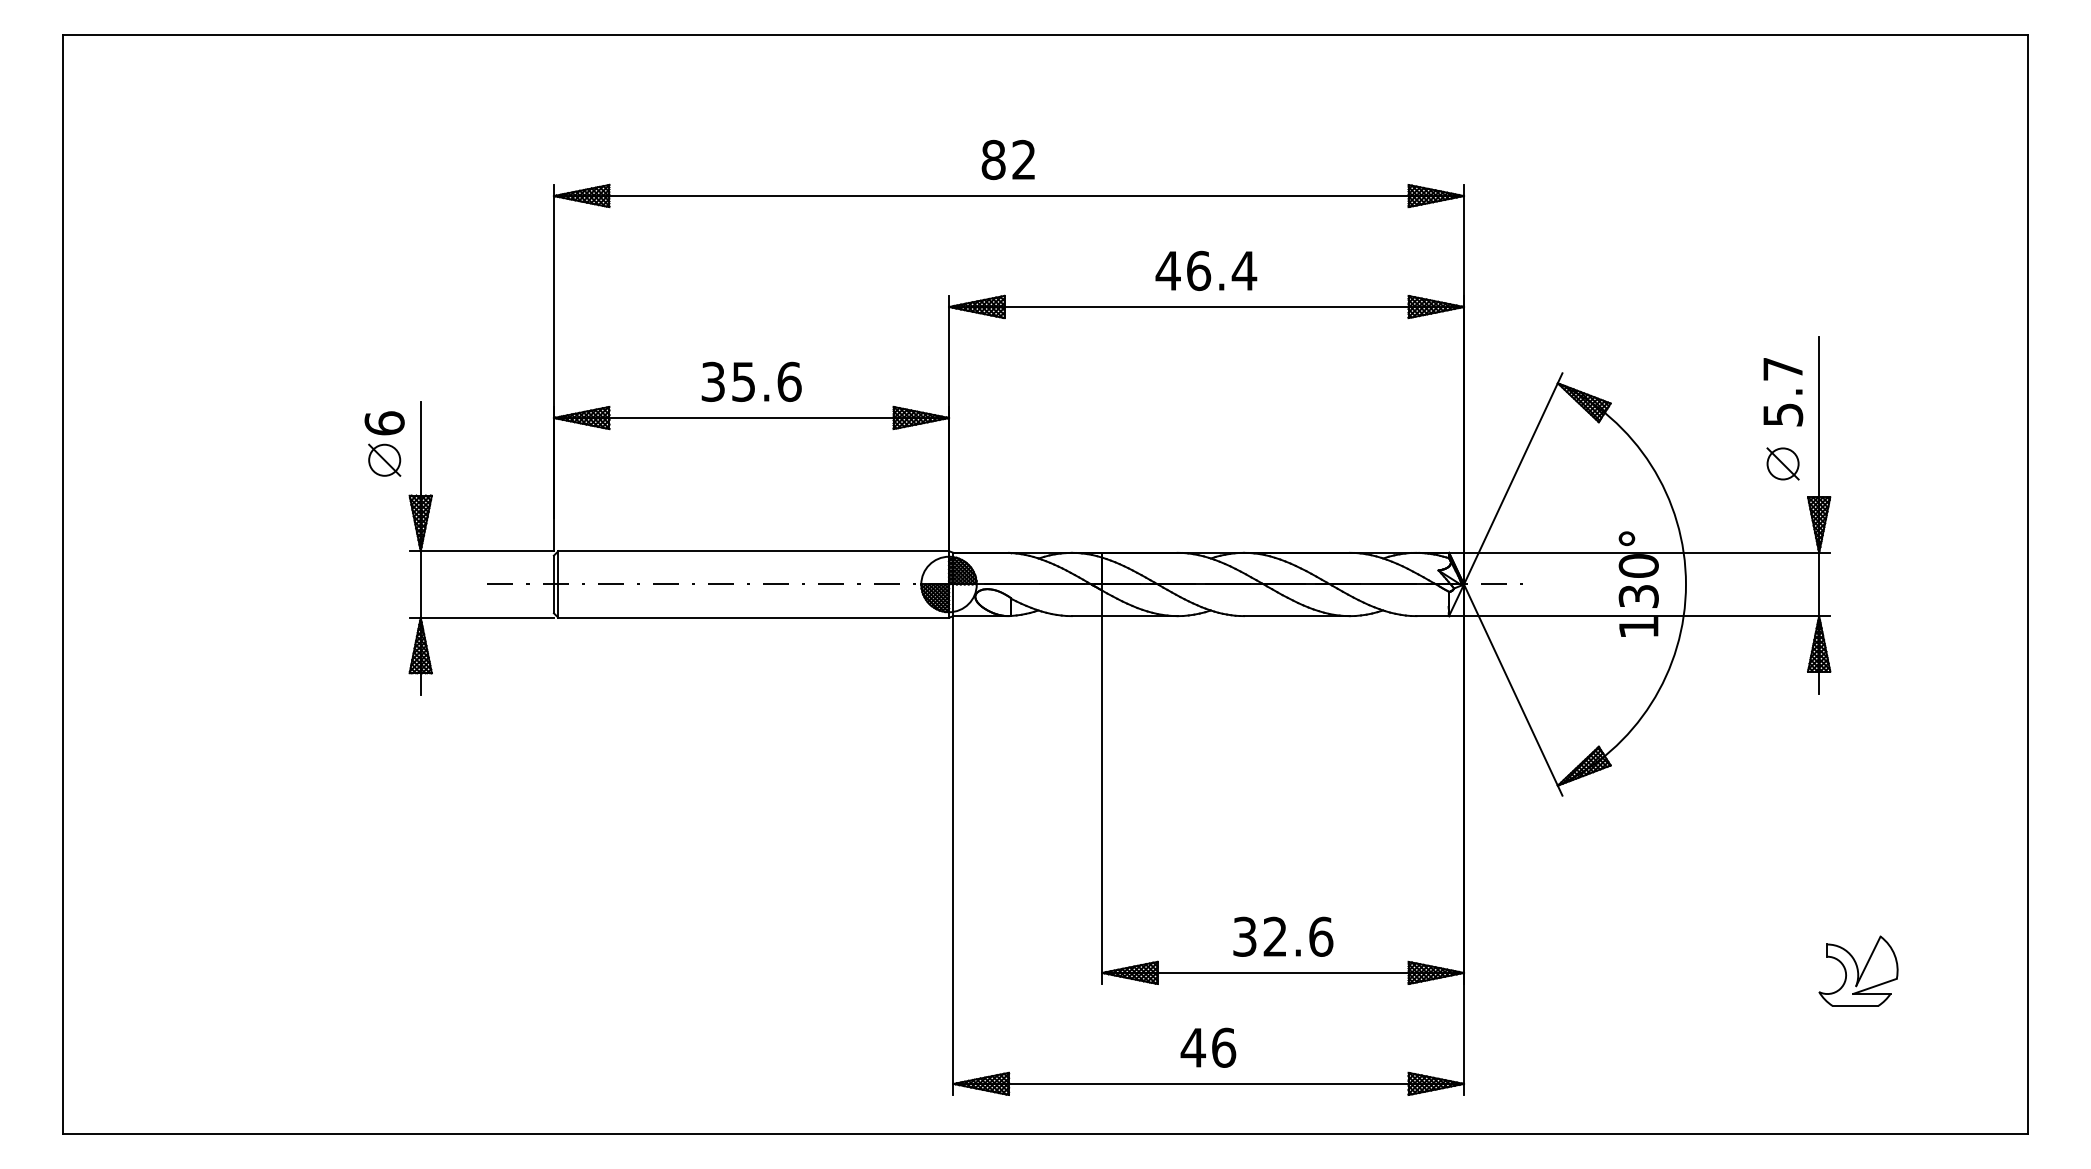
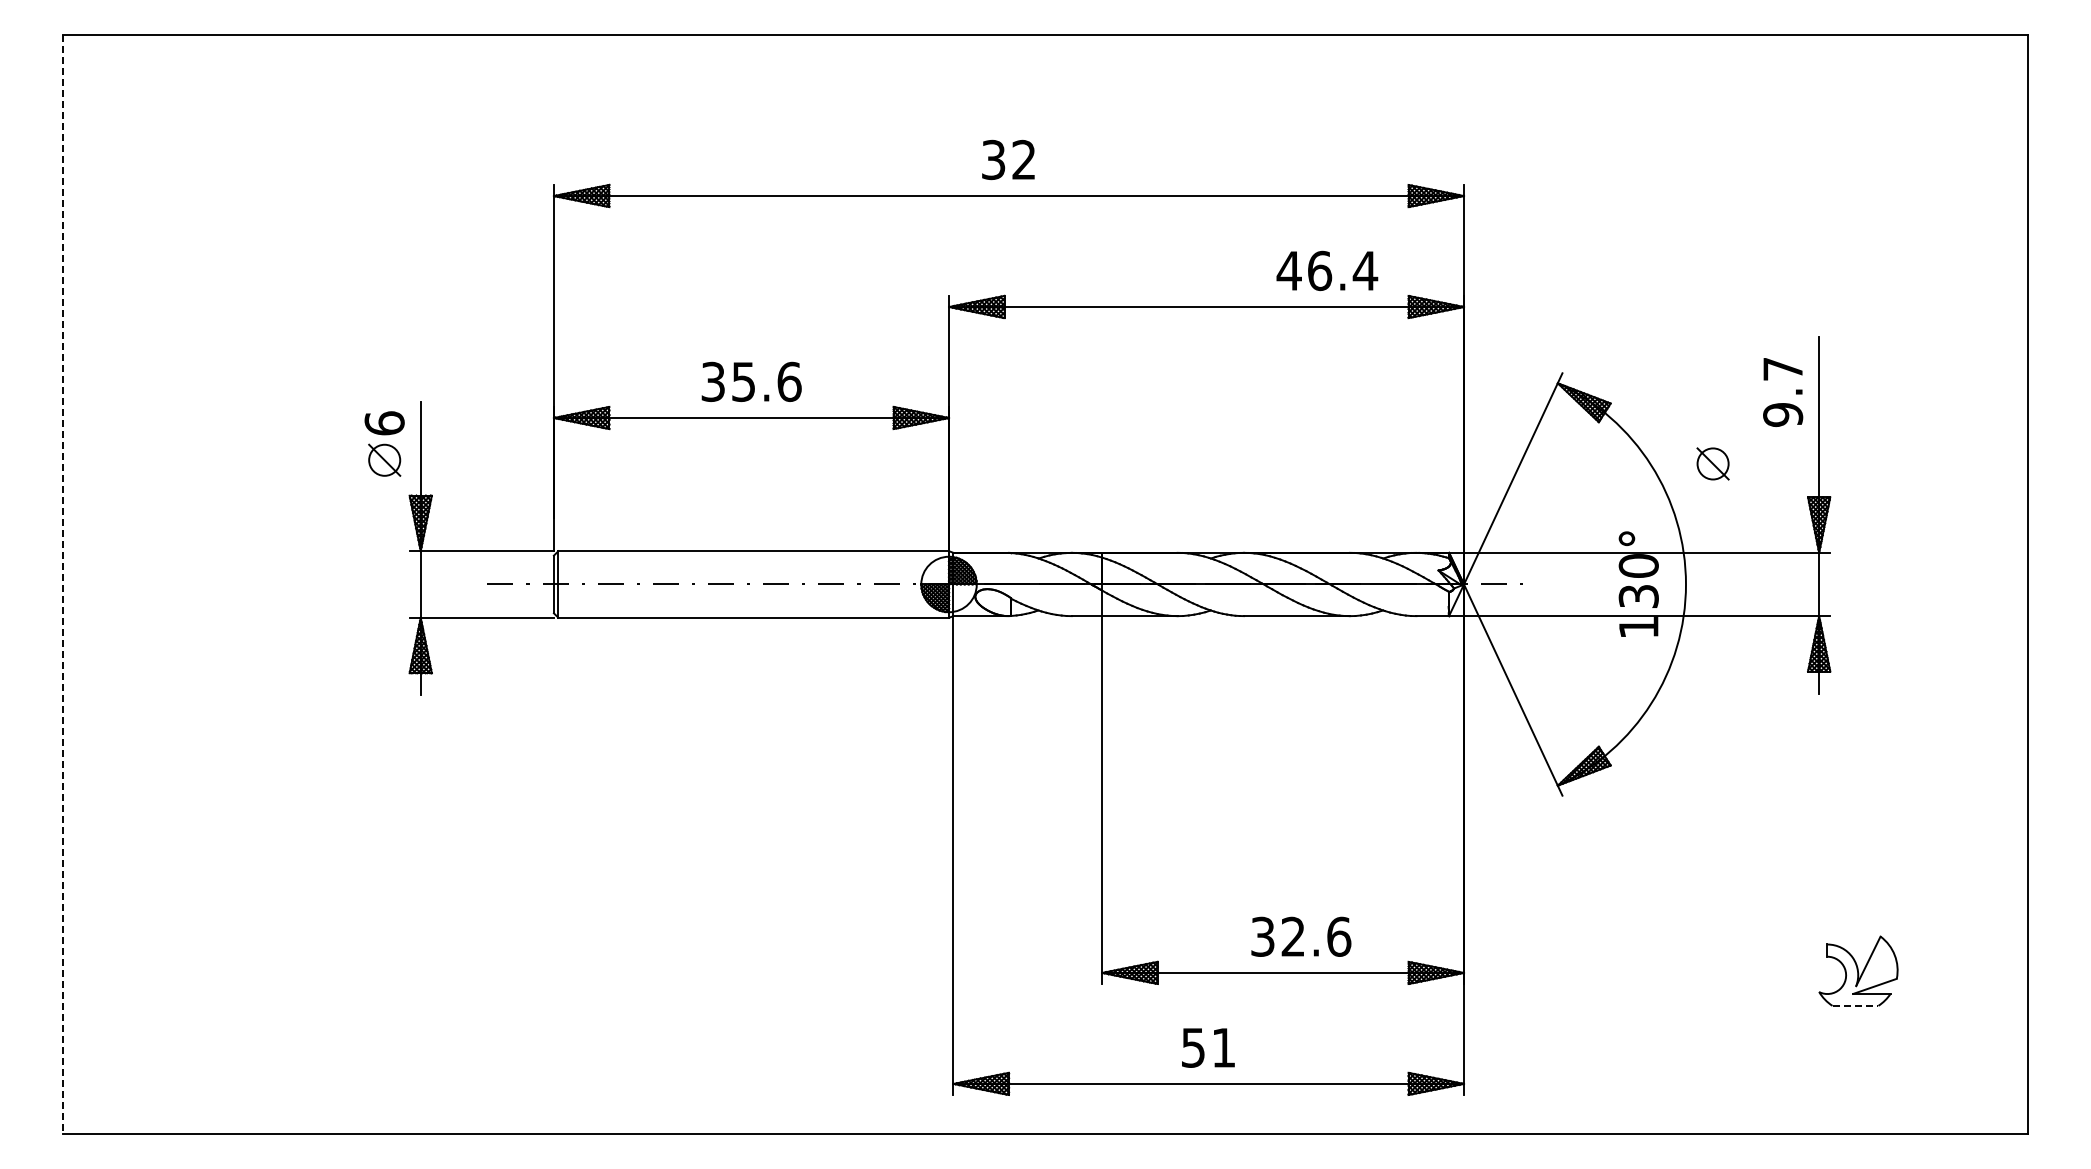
text at (993, 160): 82 -> 32
text at (1206, 270) position: (1206, 270) -> (1327, 270)
text at (1782, 415): 5.7 -> 9.7
part at (1782, 463) position: (1782, 463) -> (1712, 463)
line at (62, 584): solid -> dashed
text at (1283, 936) position: (1283, 936) -> (1301, 936)
line at (1855, 1005): solid -> dashed
text at (1208, 1047): 46 -> 51
